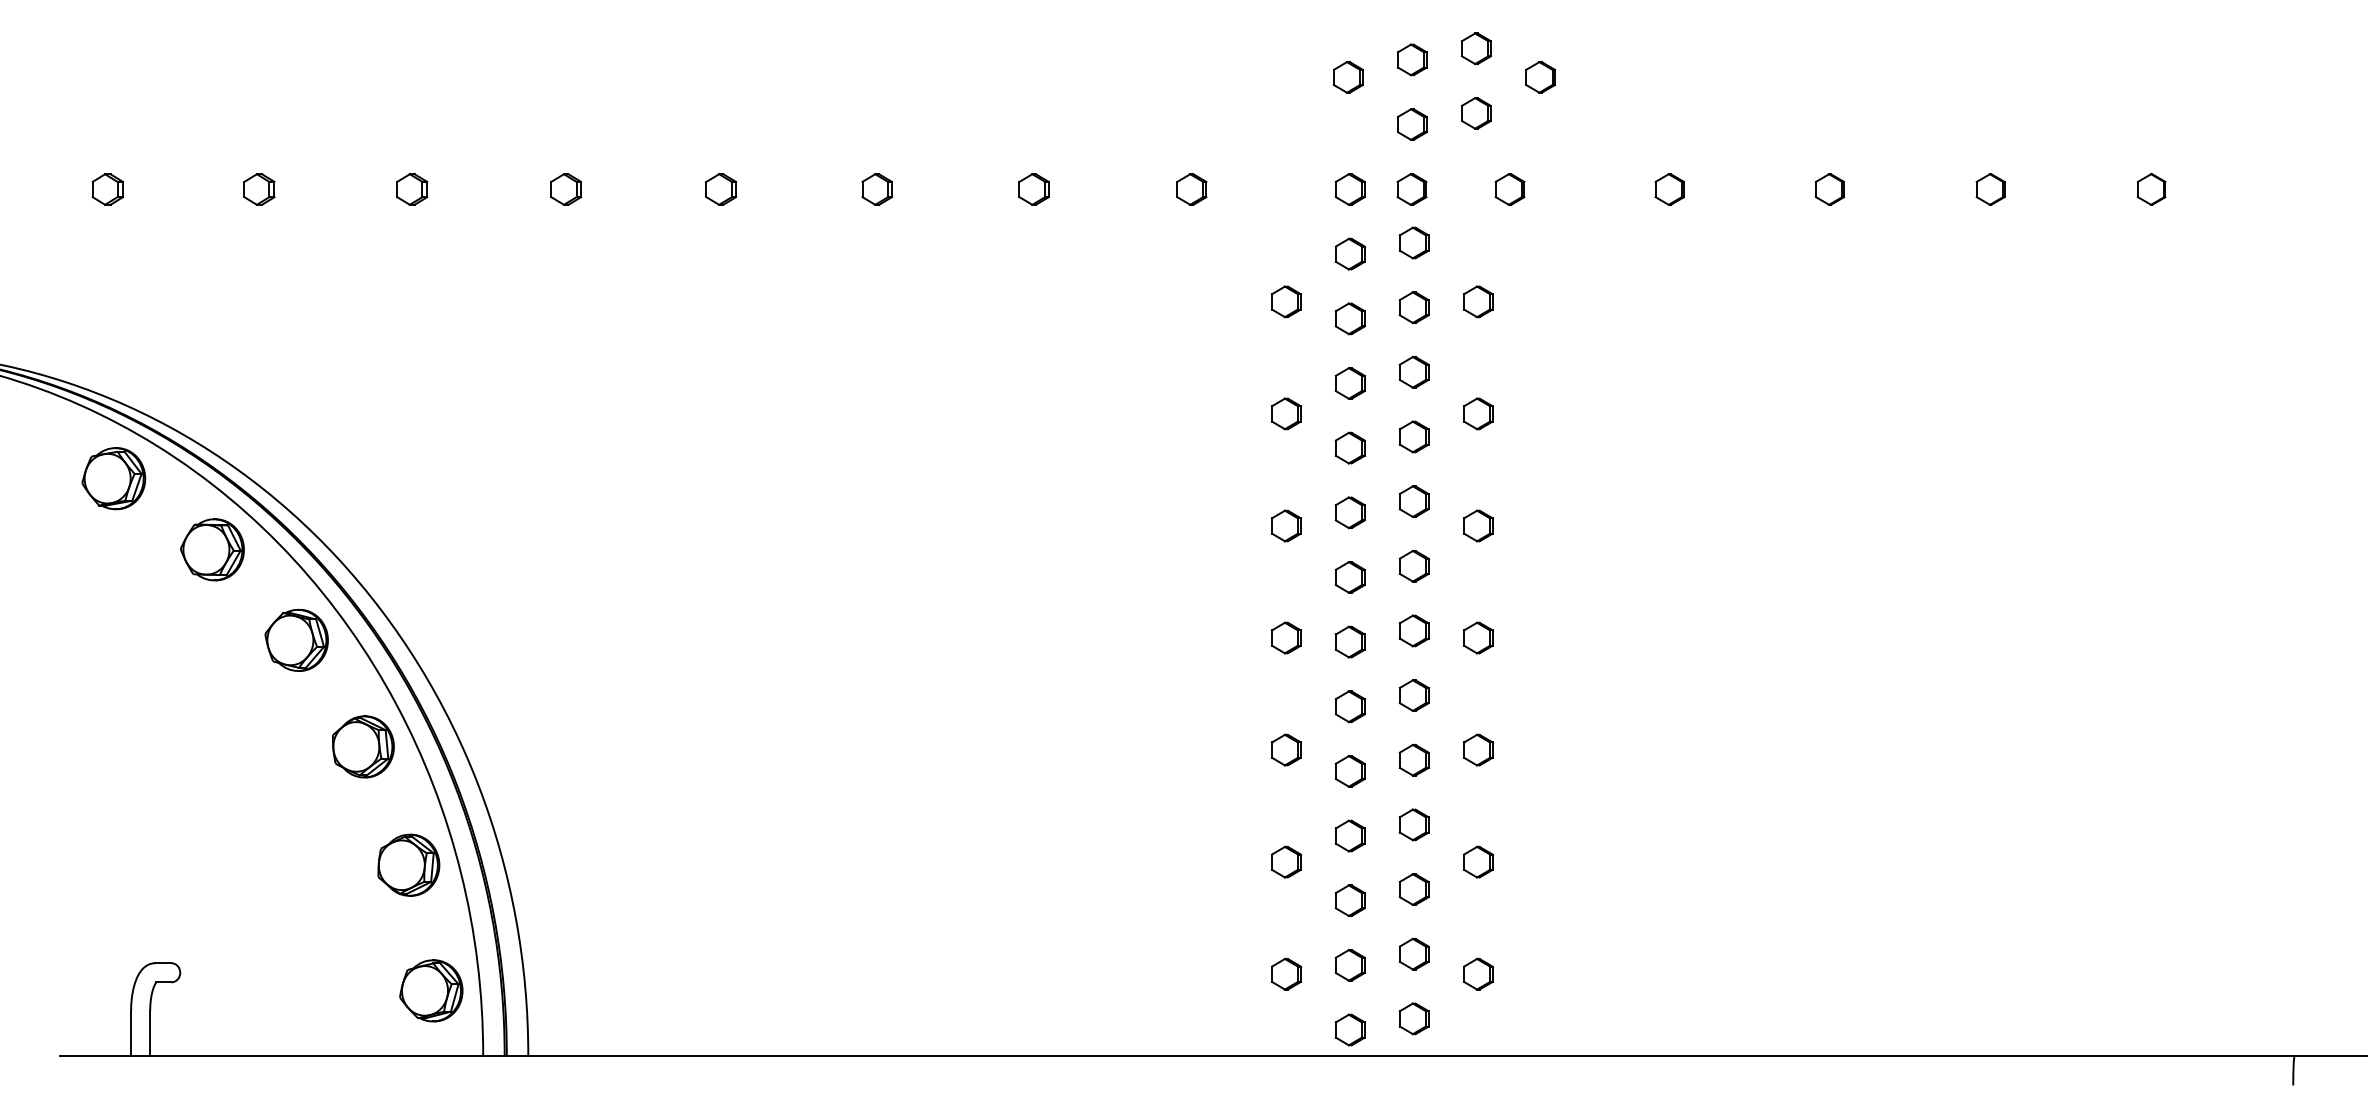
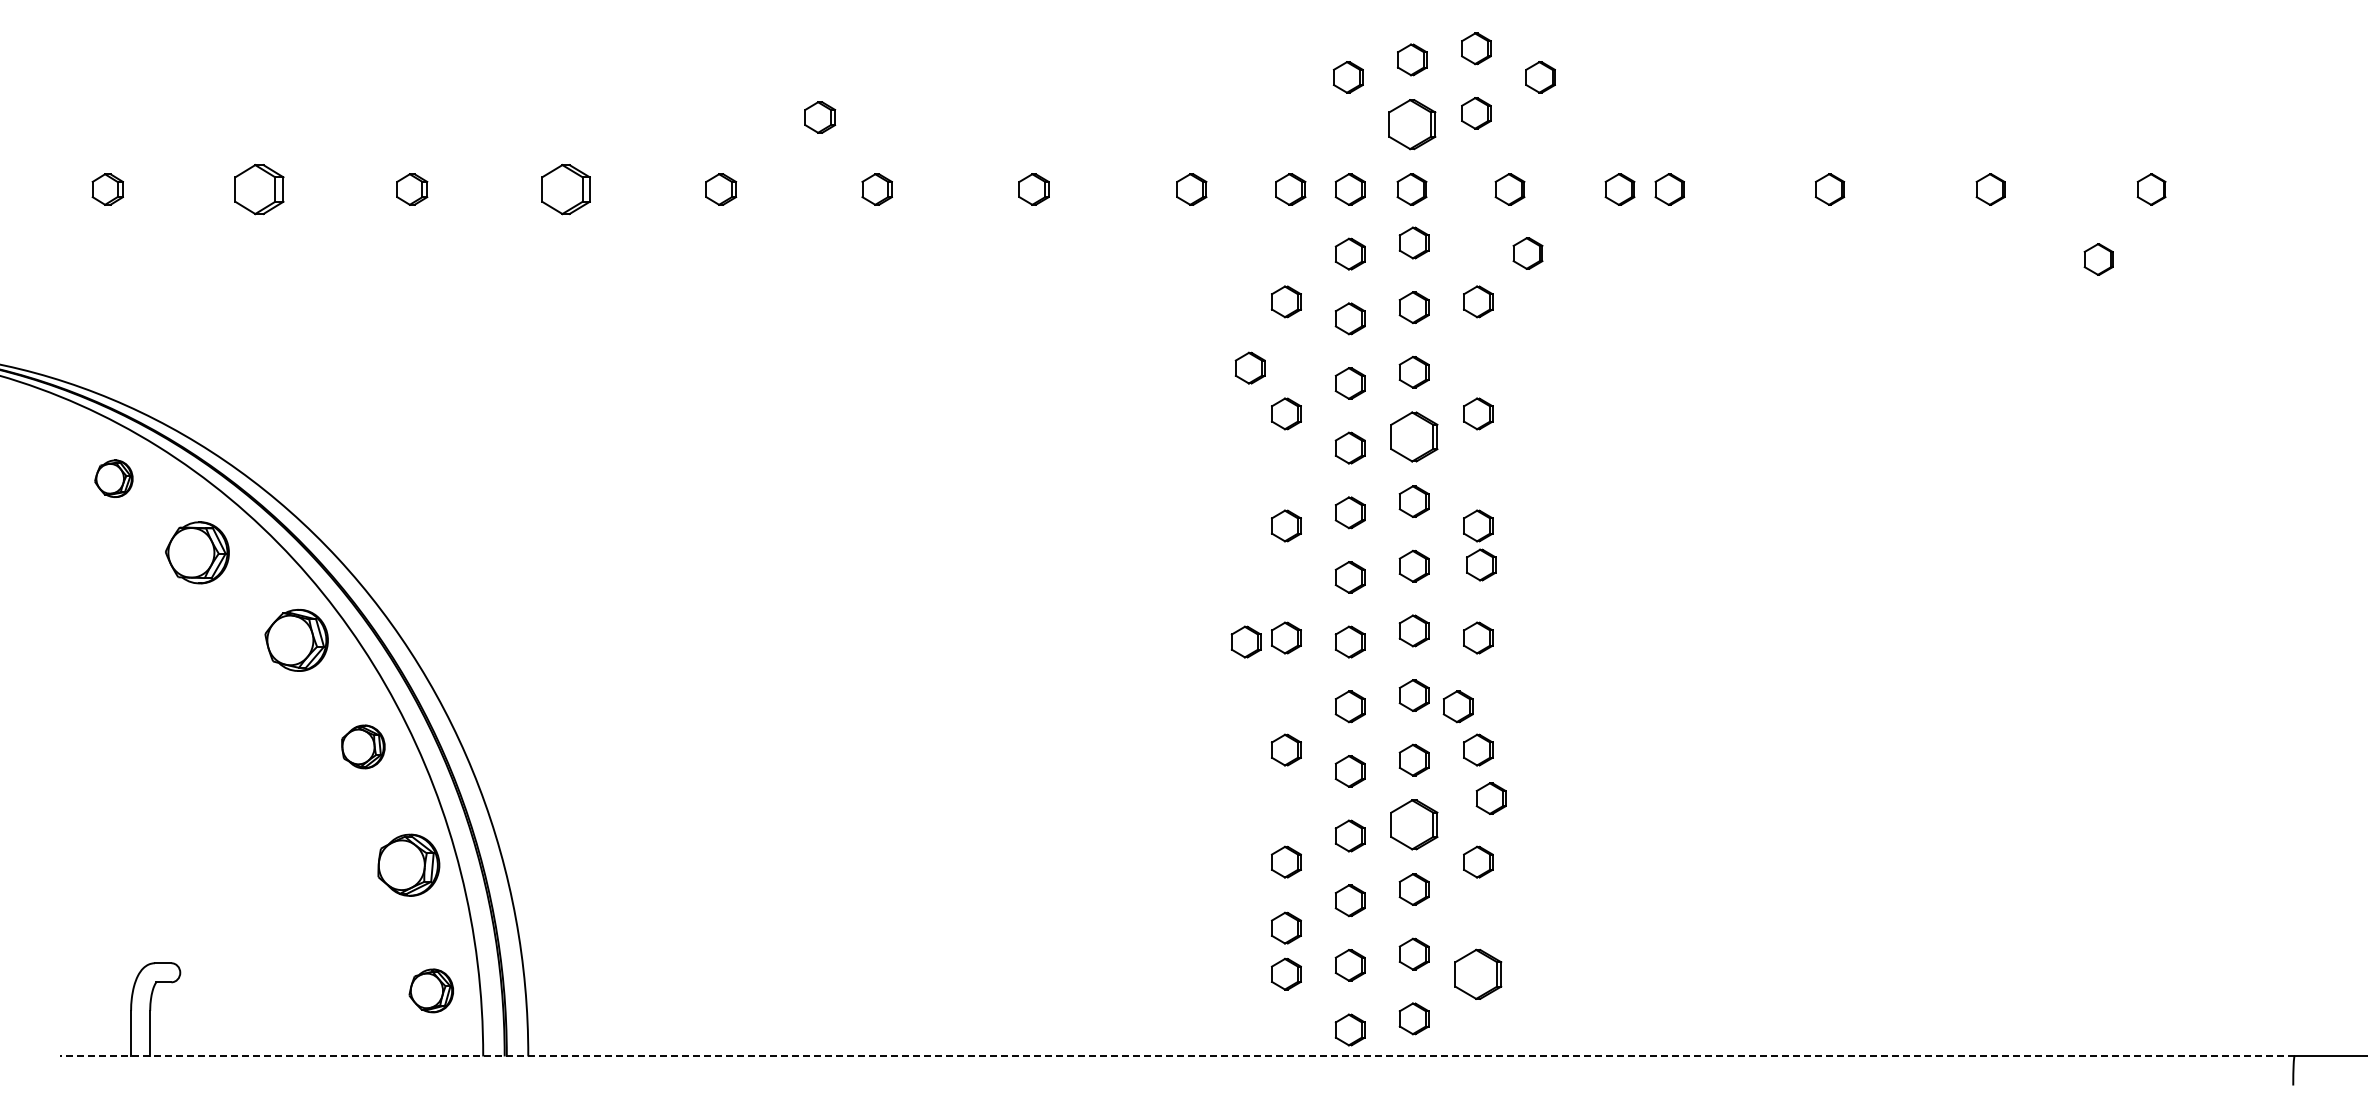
part at (820, 117): none -> present
part at (1412, 124) size: 31x33 px -> 49x52 px
part at (259, 189) size: 33x33 px -> 51x52 px
part at (566, 189) size: 33x33 px -> 50x52 px
part at (1290, 189): none -> present
part at (1619, 189): none -> present
part at (1527, 253): none -> present
part at (2098, 259): none -> present
part at (1249, 367): none -> present
part at (1413, 436) size: 32x34 px -> 49x52 px
part at (113, 478) size: 66x64 px -> 40x39 px
part at (212, 549) position: (212, 549) -> (197, 552)
part at (1481, 564): none -> present
part at (1245, 641): none -> present
part at (1457, 706): none -> present
part at (363, 746) size: 63x64 px -> 45x46 px
part at (1490, 798): none -> present
part at (1413, 824) size: 32x34 px -> 49x52 px
part at (1286, 927): none -> present
part at (1478, 973) size: 31x34 px -> 49x52 px
part at (431, 990) size: 65x64 px -> 46x46 px
line at (1176, 1056): solid -> dashed
